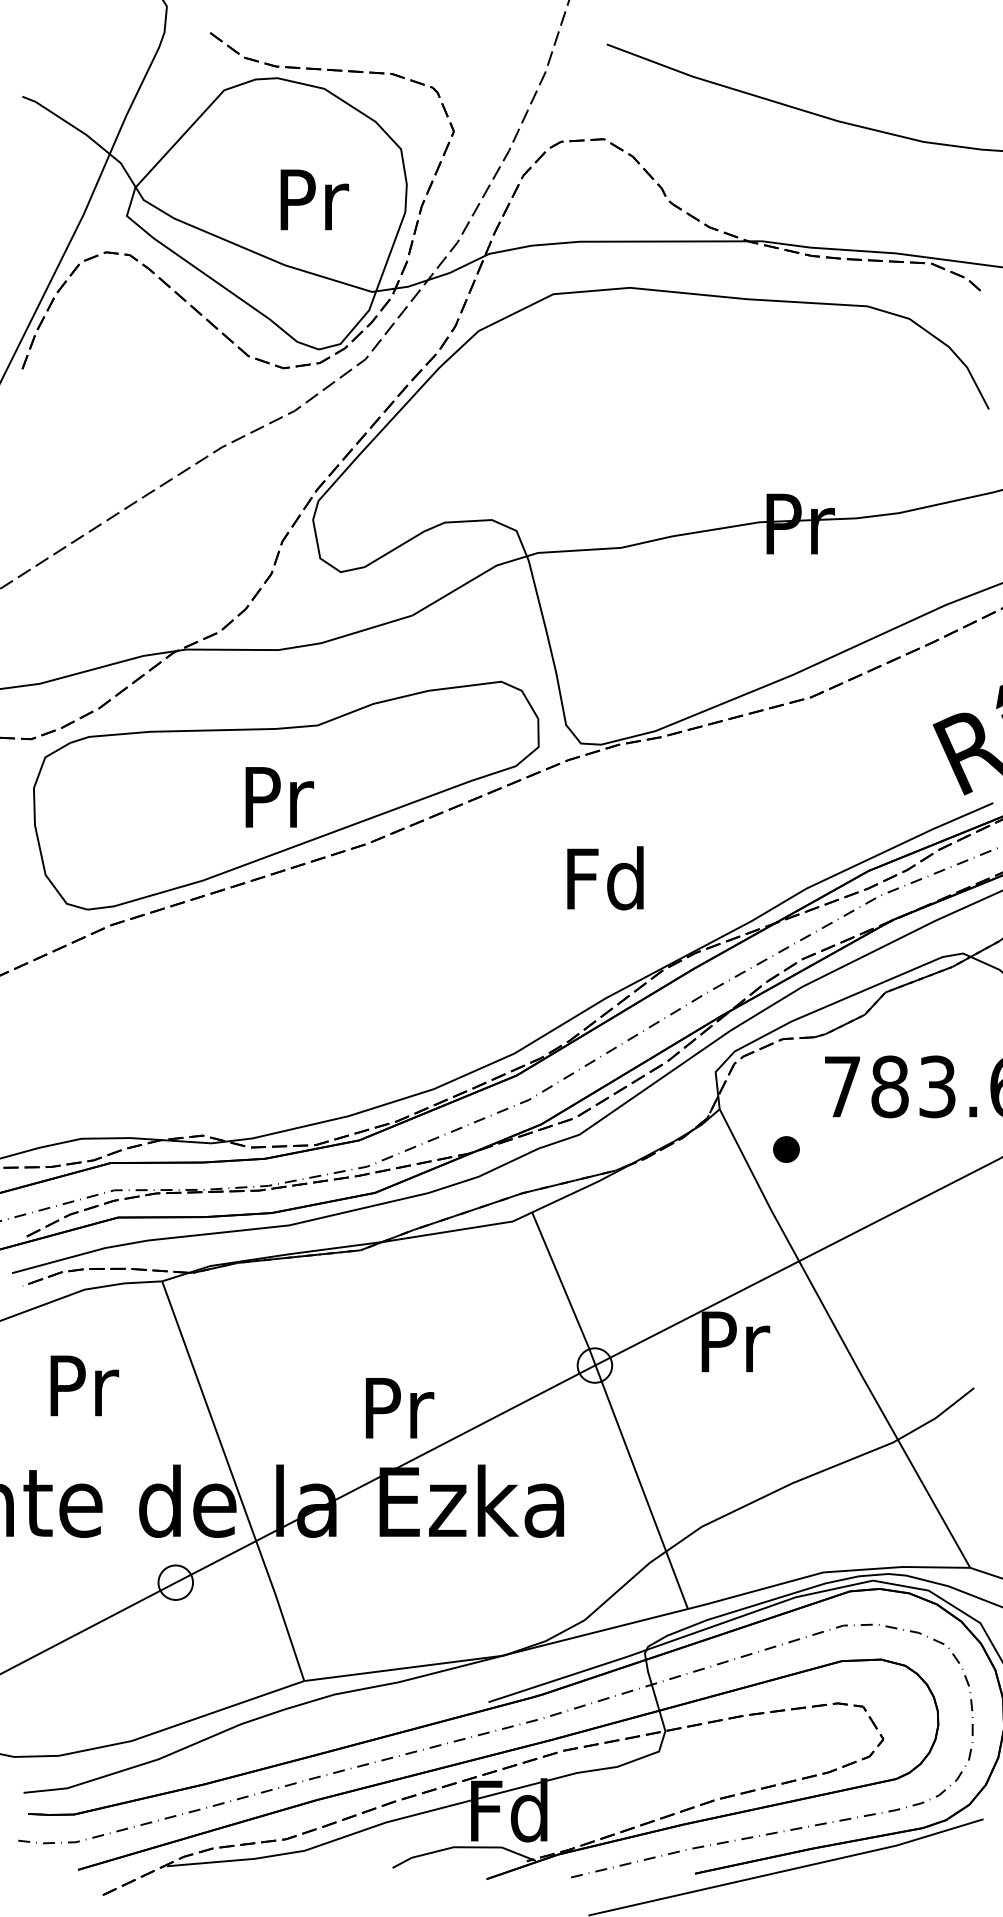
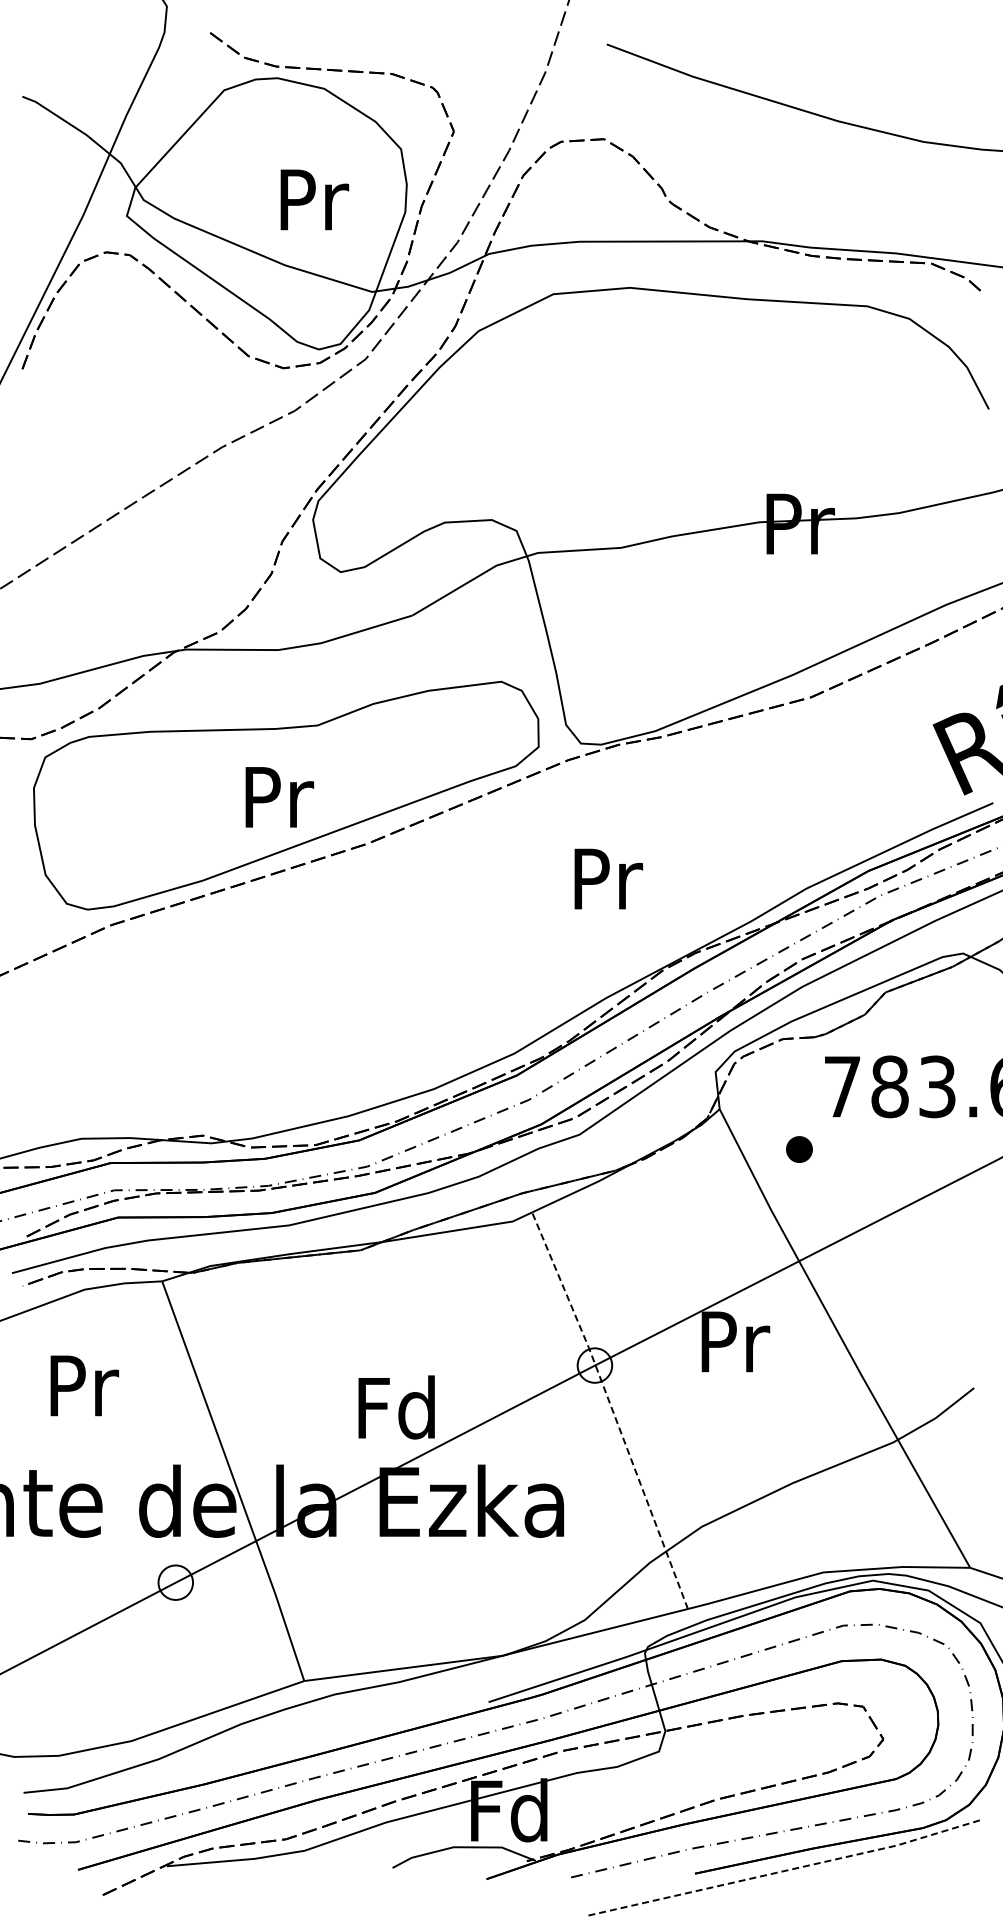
text at (605, 878): Fd -> Pr
part at (786, 1149) position: (786, 1149) -> (799, 1149)
text at (396, 1407): Pr -> Fd
line at (612, 1409): solid -> dashed
line at (787, 1870): solid -> dashed
